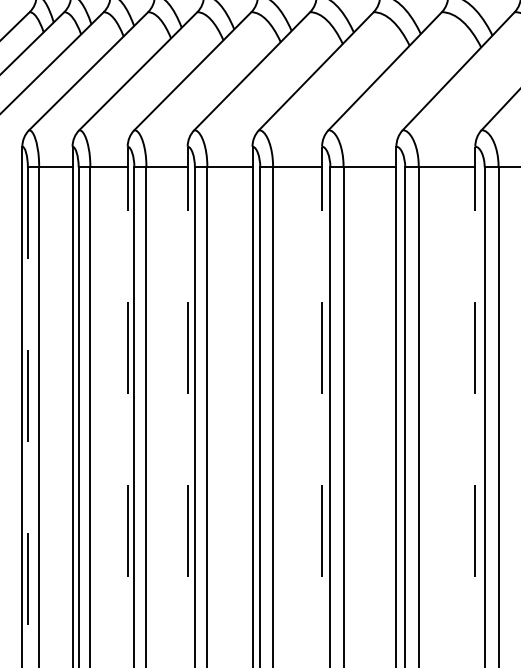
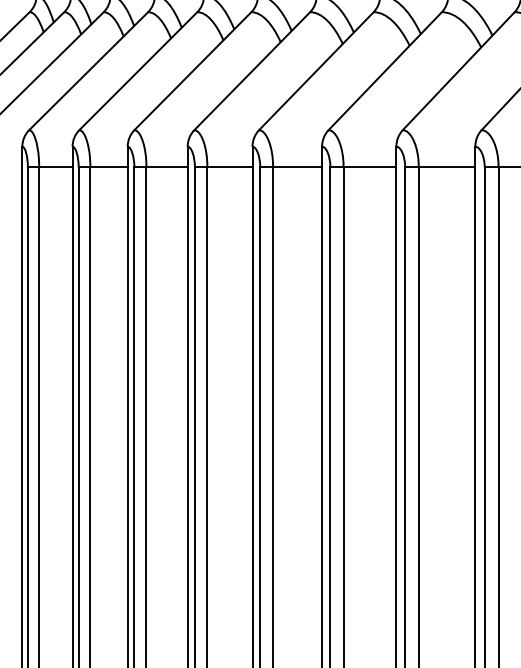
line at (127, 406): dashed -> solid
line at (187, 406): dashed -> solid
line at (322, 406): dashed -> solid
line at (475, 406): dashed -> solid
line at (27, 417): dashed -> solid
